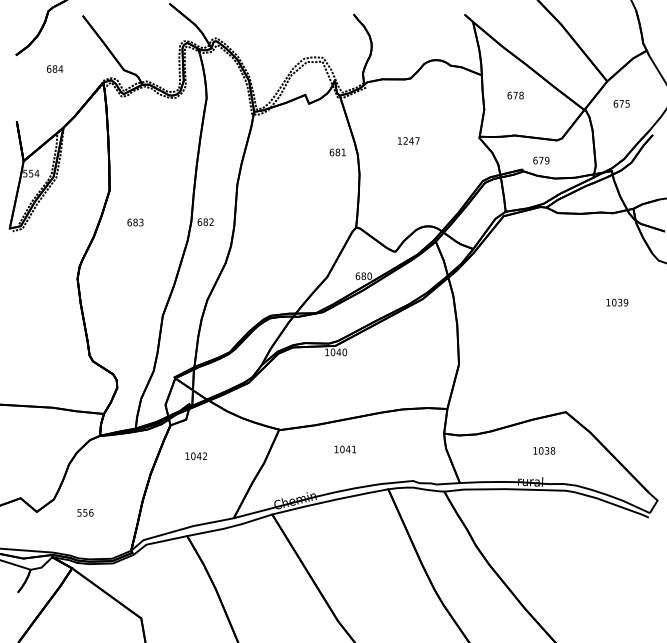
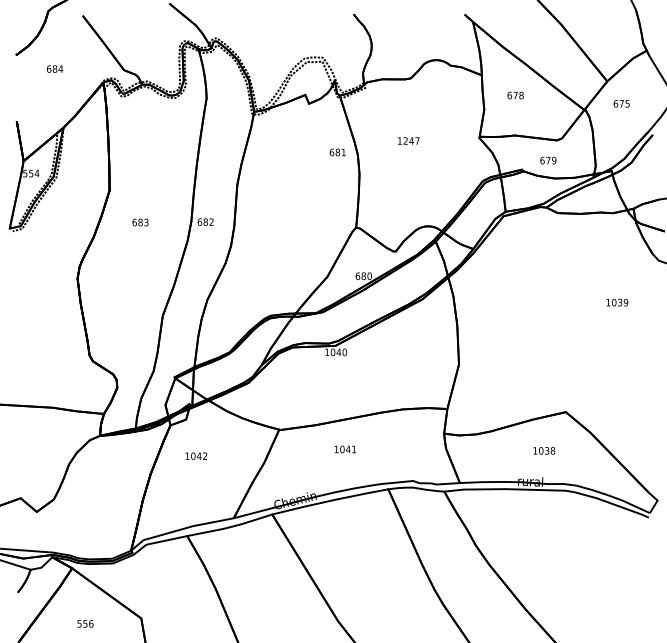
text at (541, 160) position: (541, 160) -> (548, 160)
text at (135, 222) position: (135, 222) -> (140, 222)
text at (85, 512) position: (85, 512) -> (85, 623)
